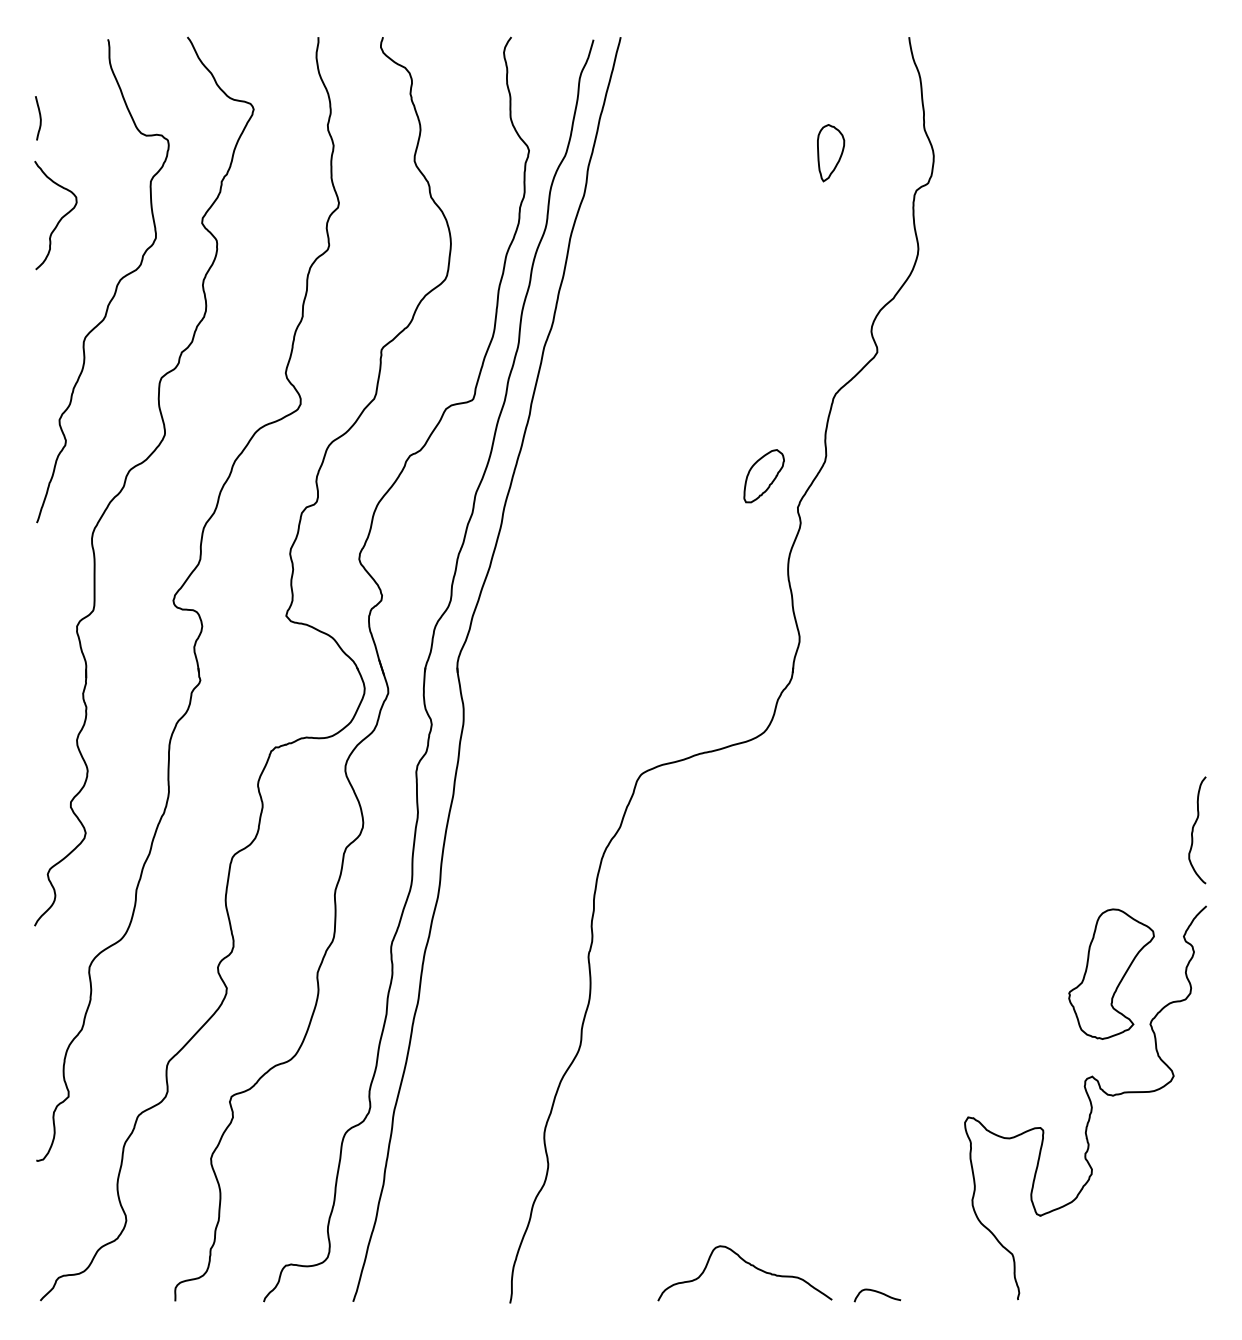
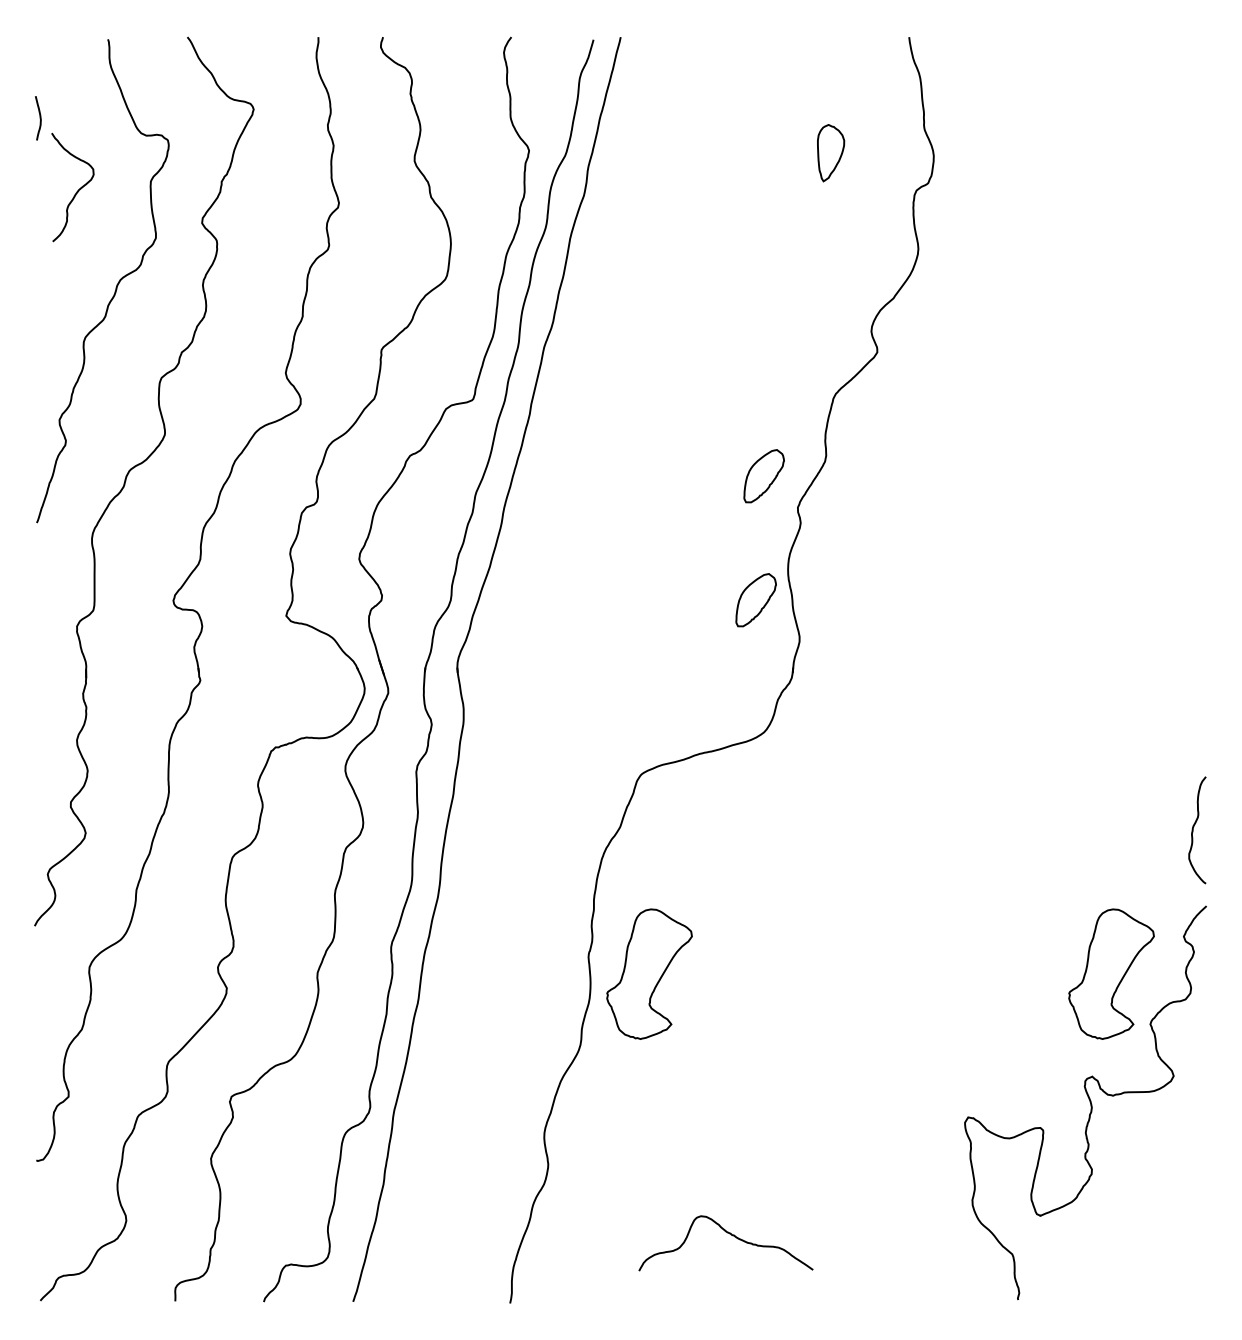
curve at (59, 219) position: (59, 219) -> (76, 191)
part at (755, 600): none -> present
part at (649, 973): none -> present
curve at (748, 1264) position: (748, 1264) -> (729, 1234)
curve at (878, 1293): present -> none
